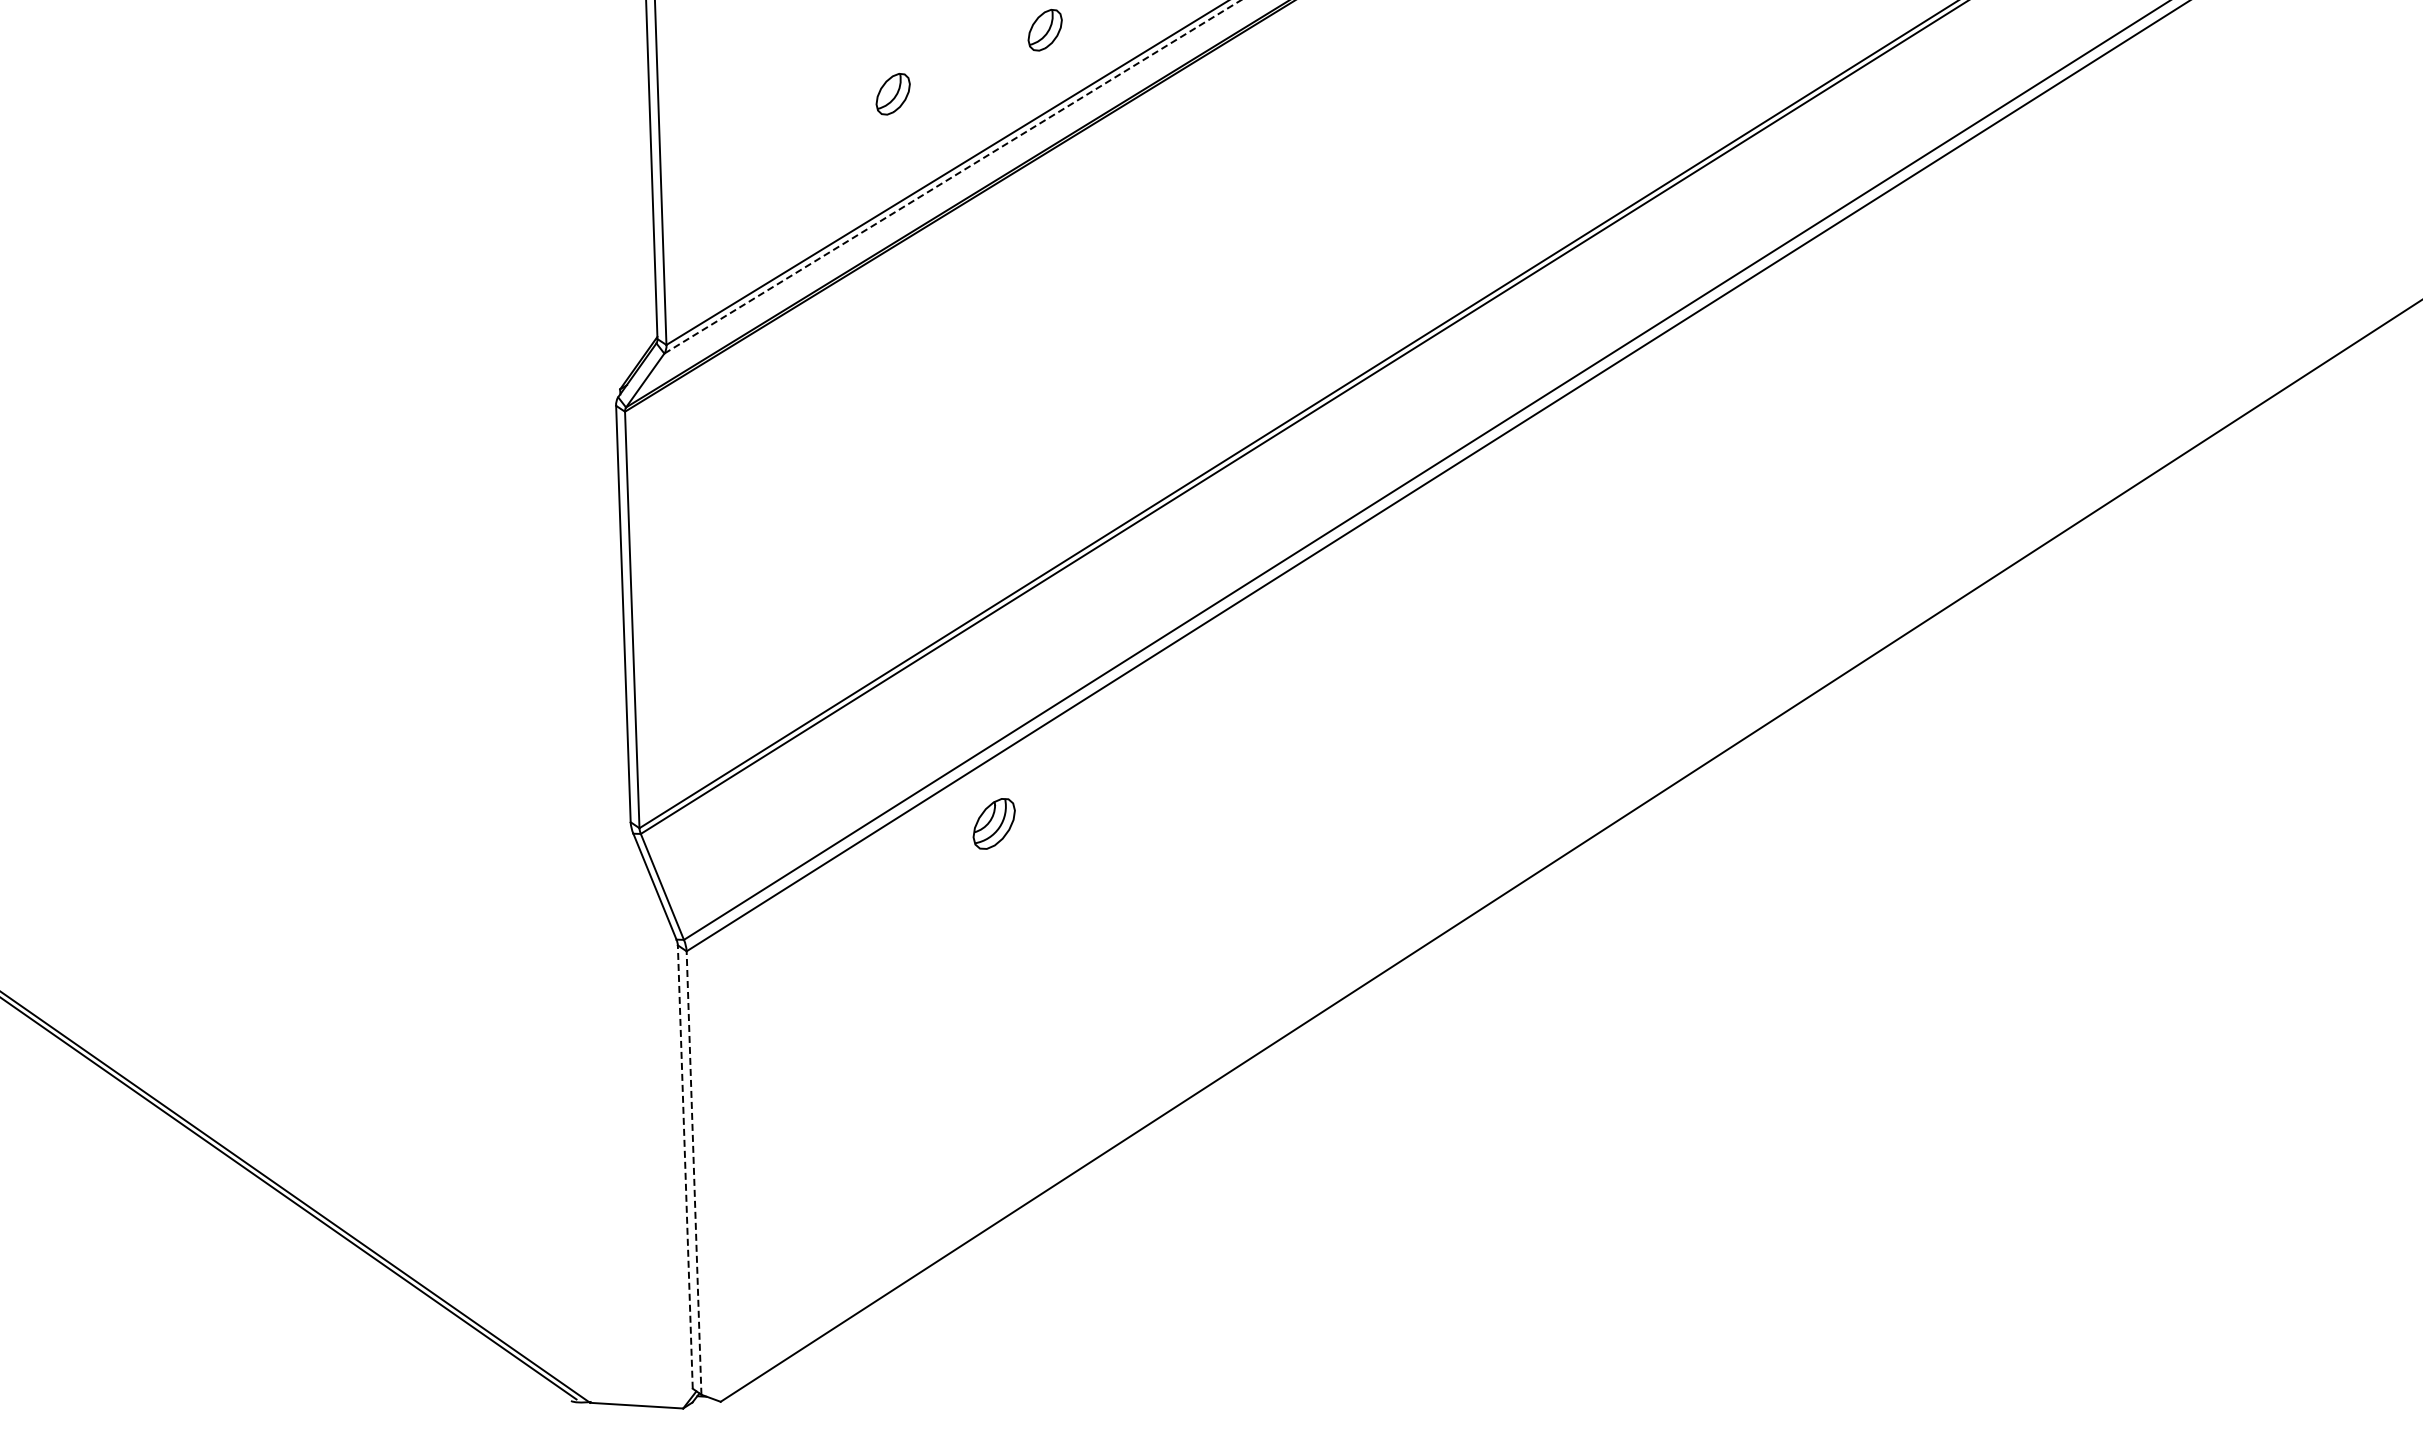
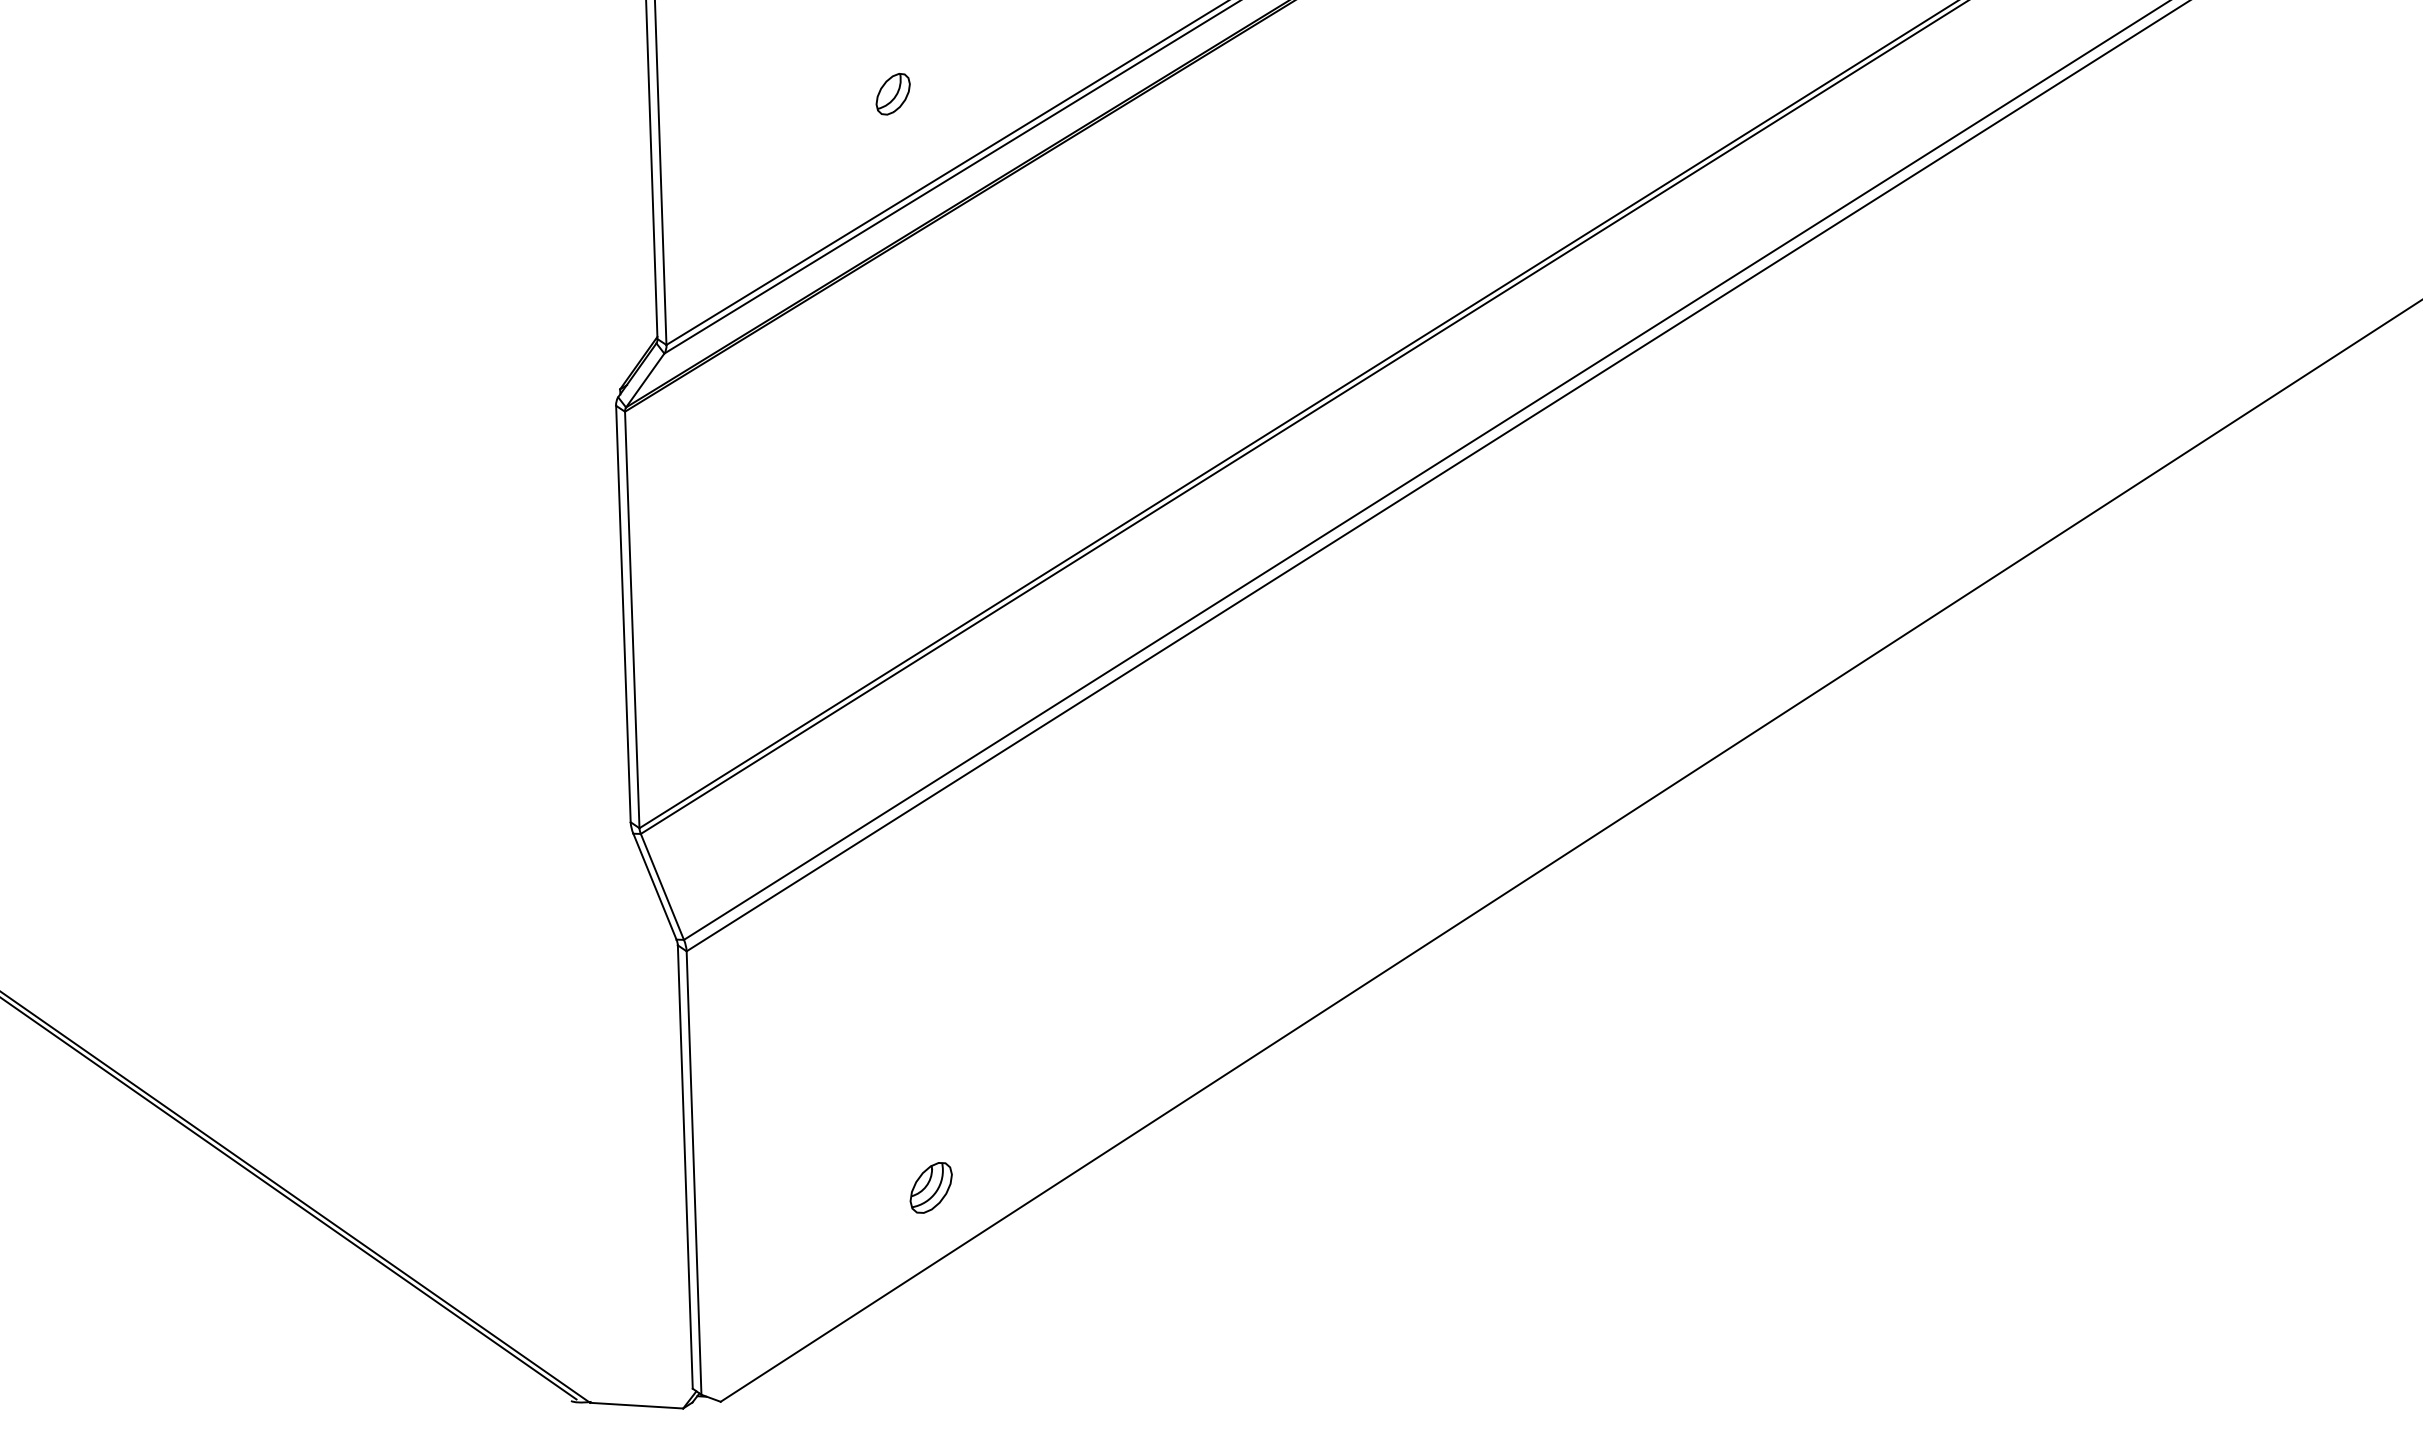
part at (1044, 30): present -> none
line at (952, 177): dashed -> solid
part at (993, 823) position: (993, 823) -> (930, 1187)
line at (685, 1167): dashed -> solid
line at (694, 1173): dashed -> solid
